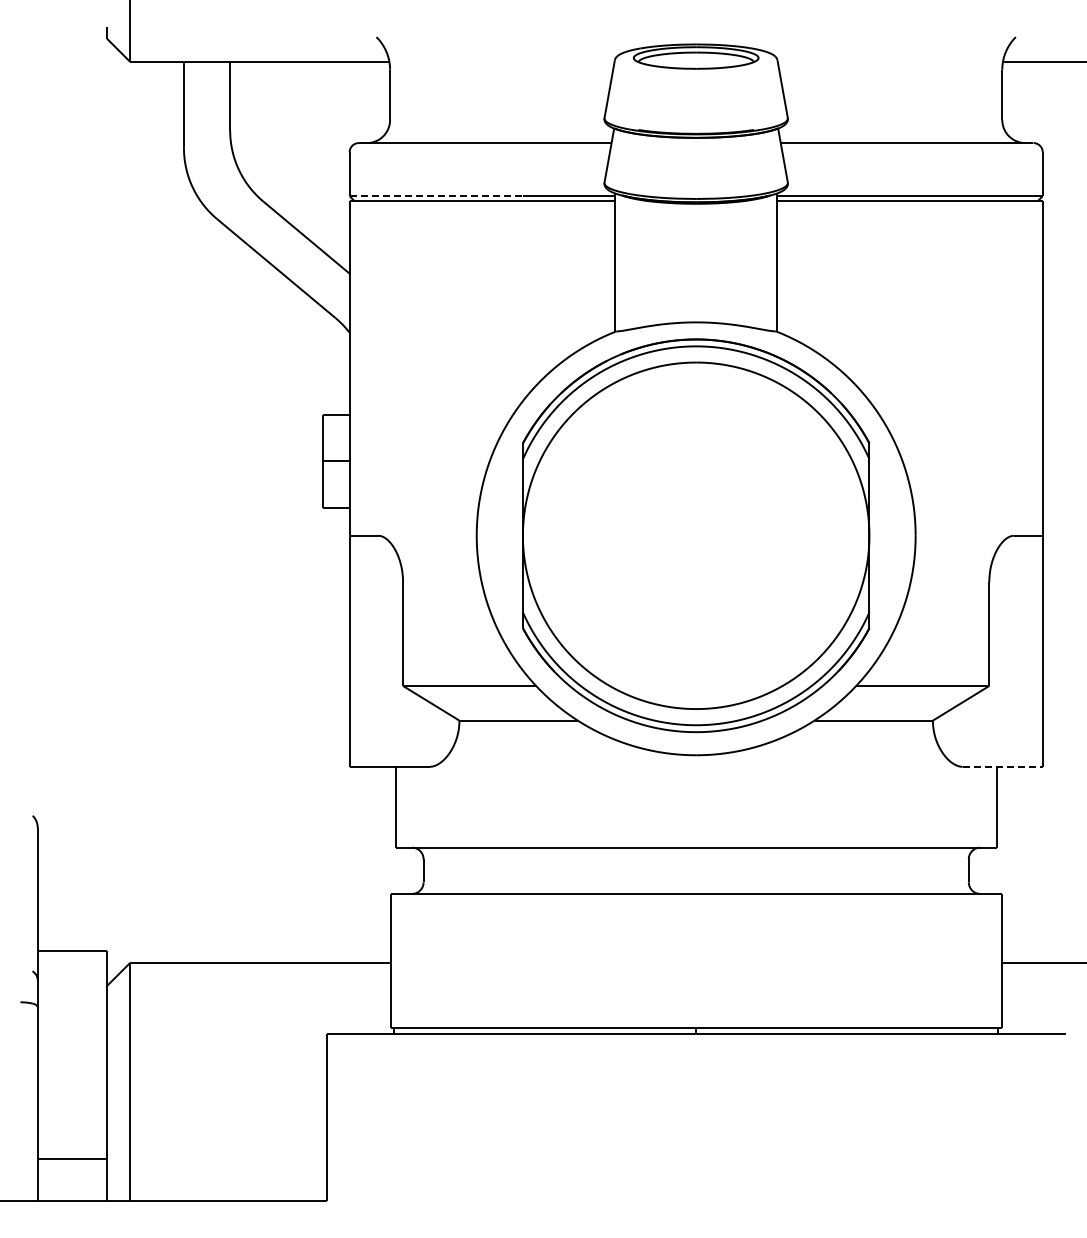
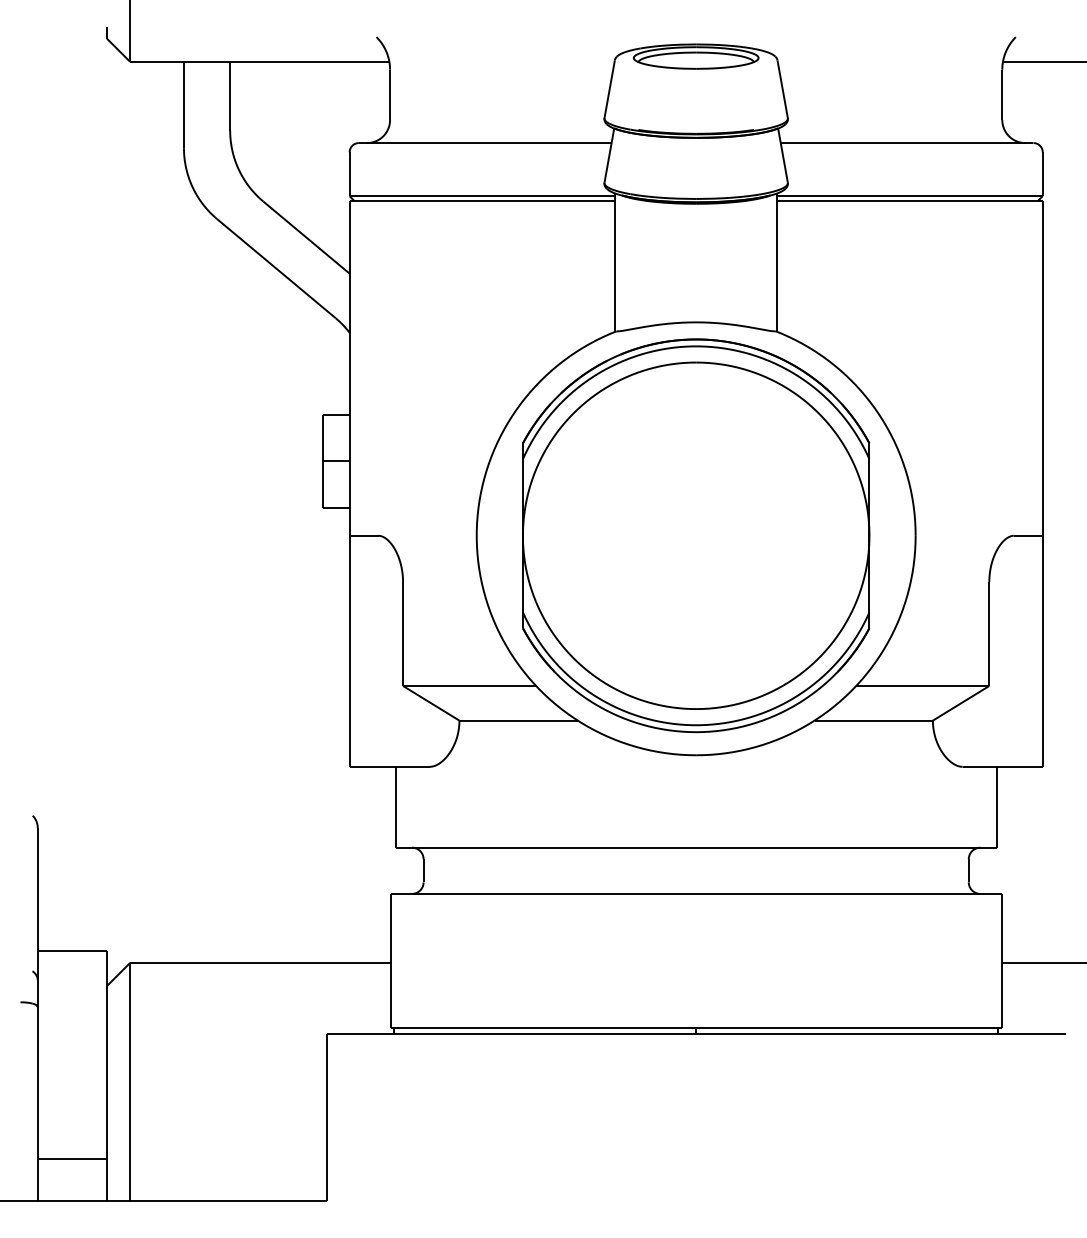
line at (436, 196): dashed -> solid
line at (1003, 766): dashed -> solid
